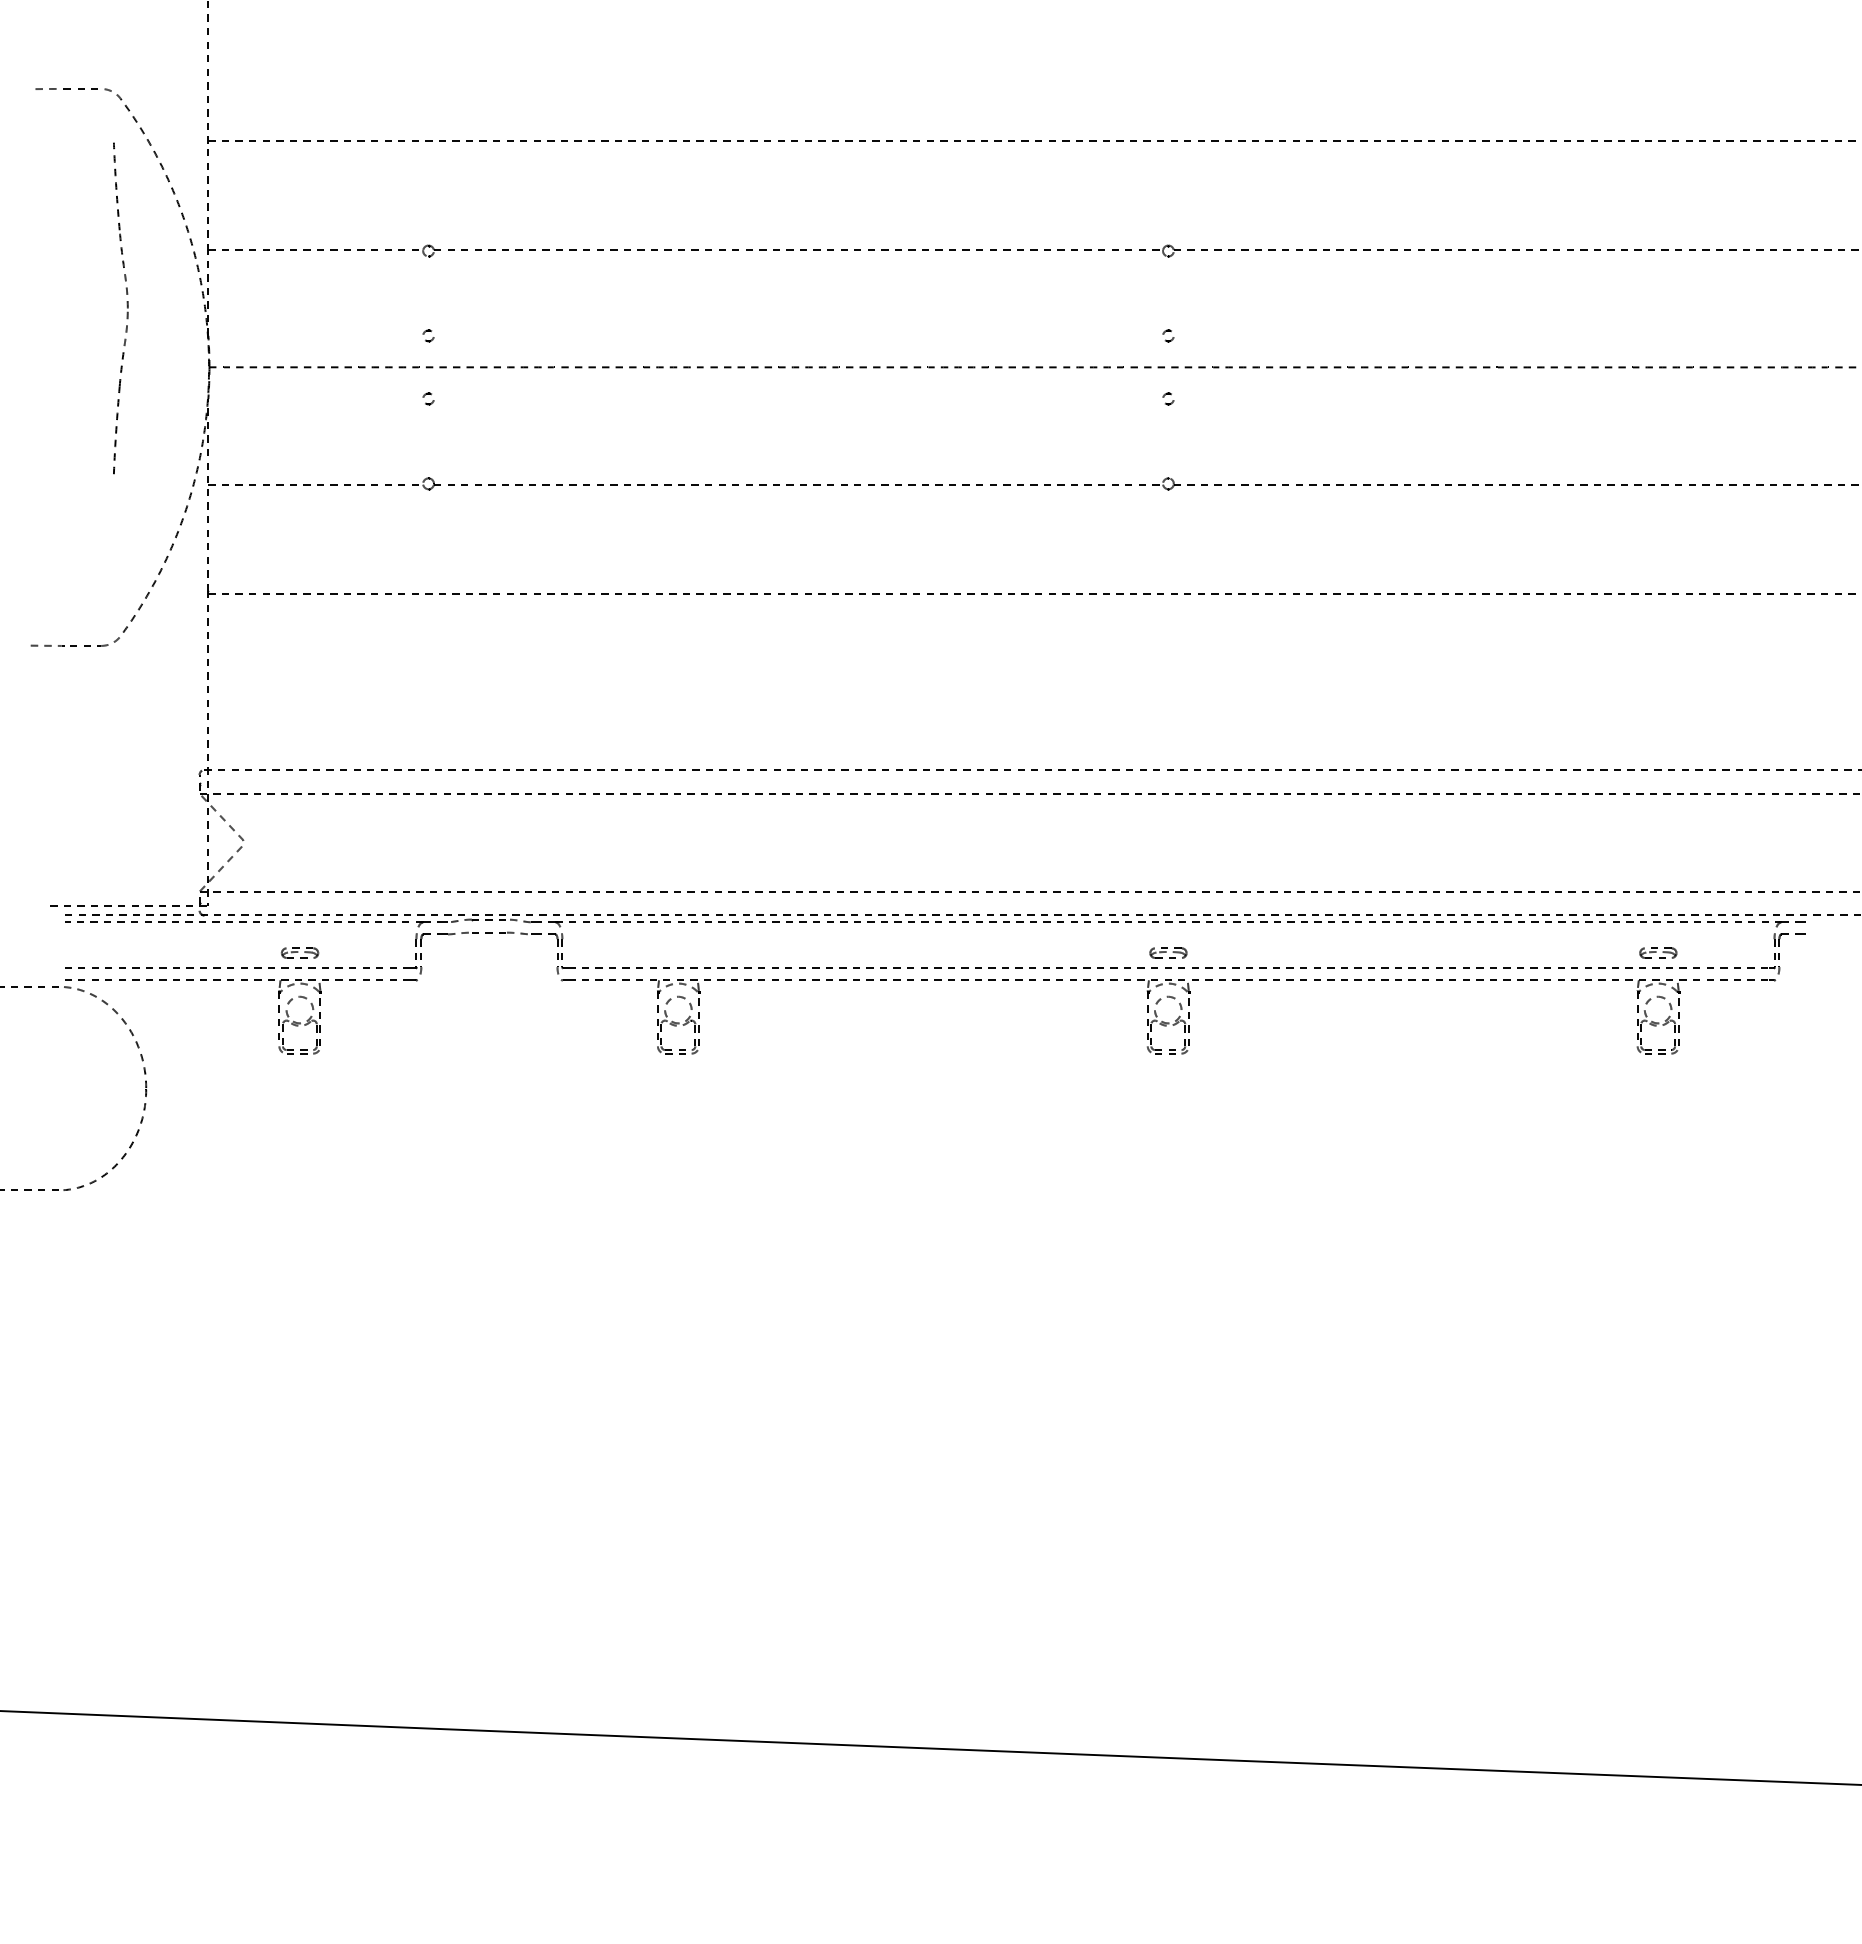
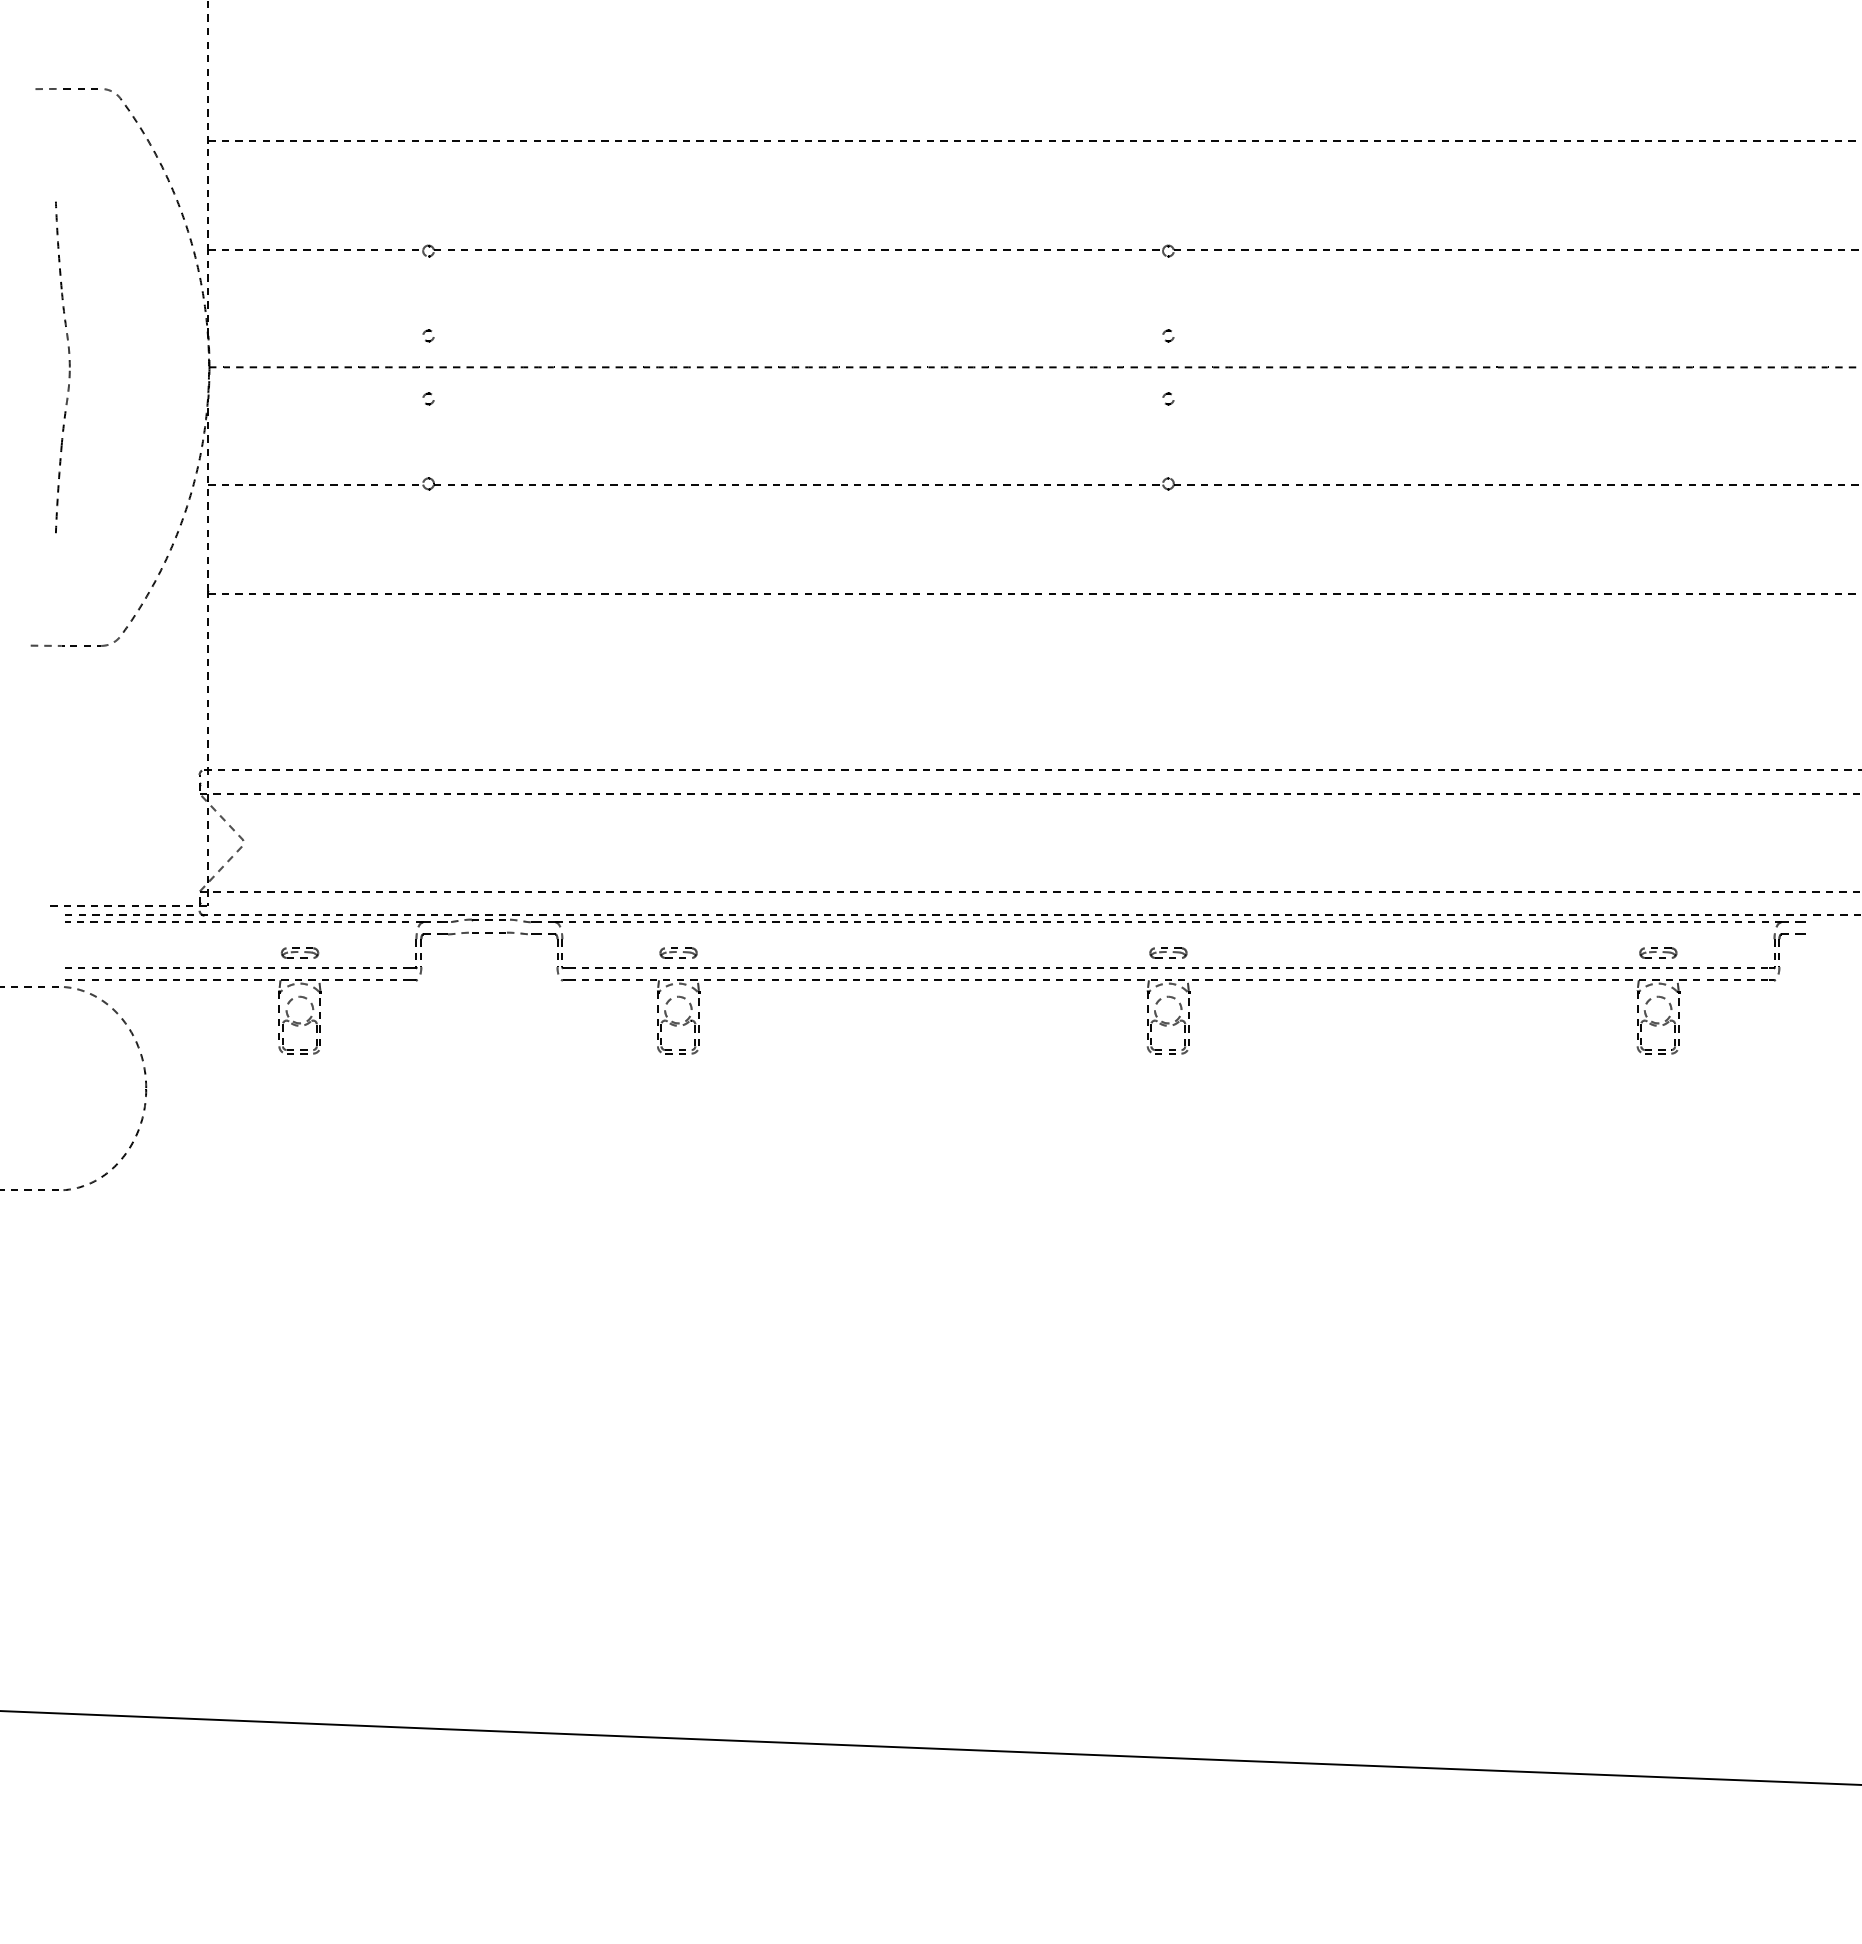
part at (126, 307) position: (126, 307) -> (68, 366)
part at (678, 952): none -> present
